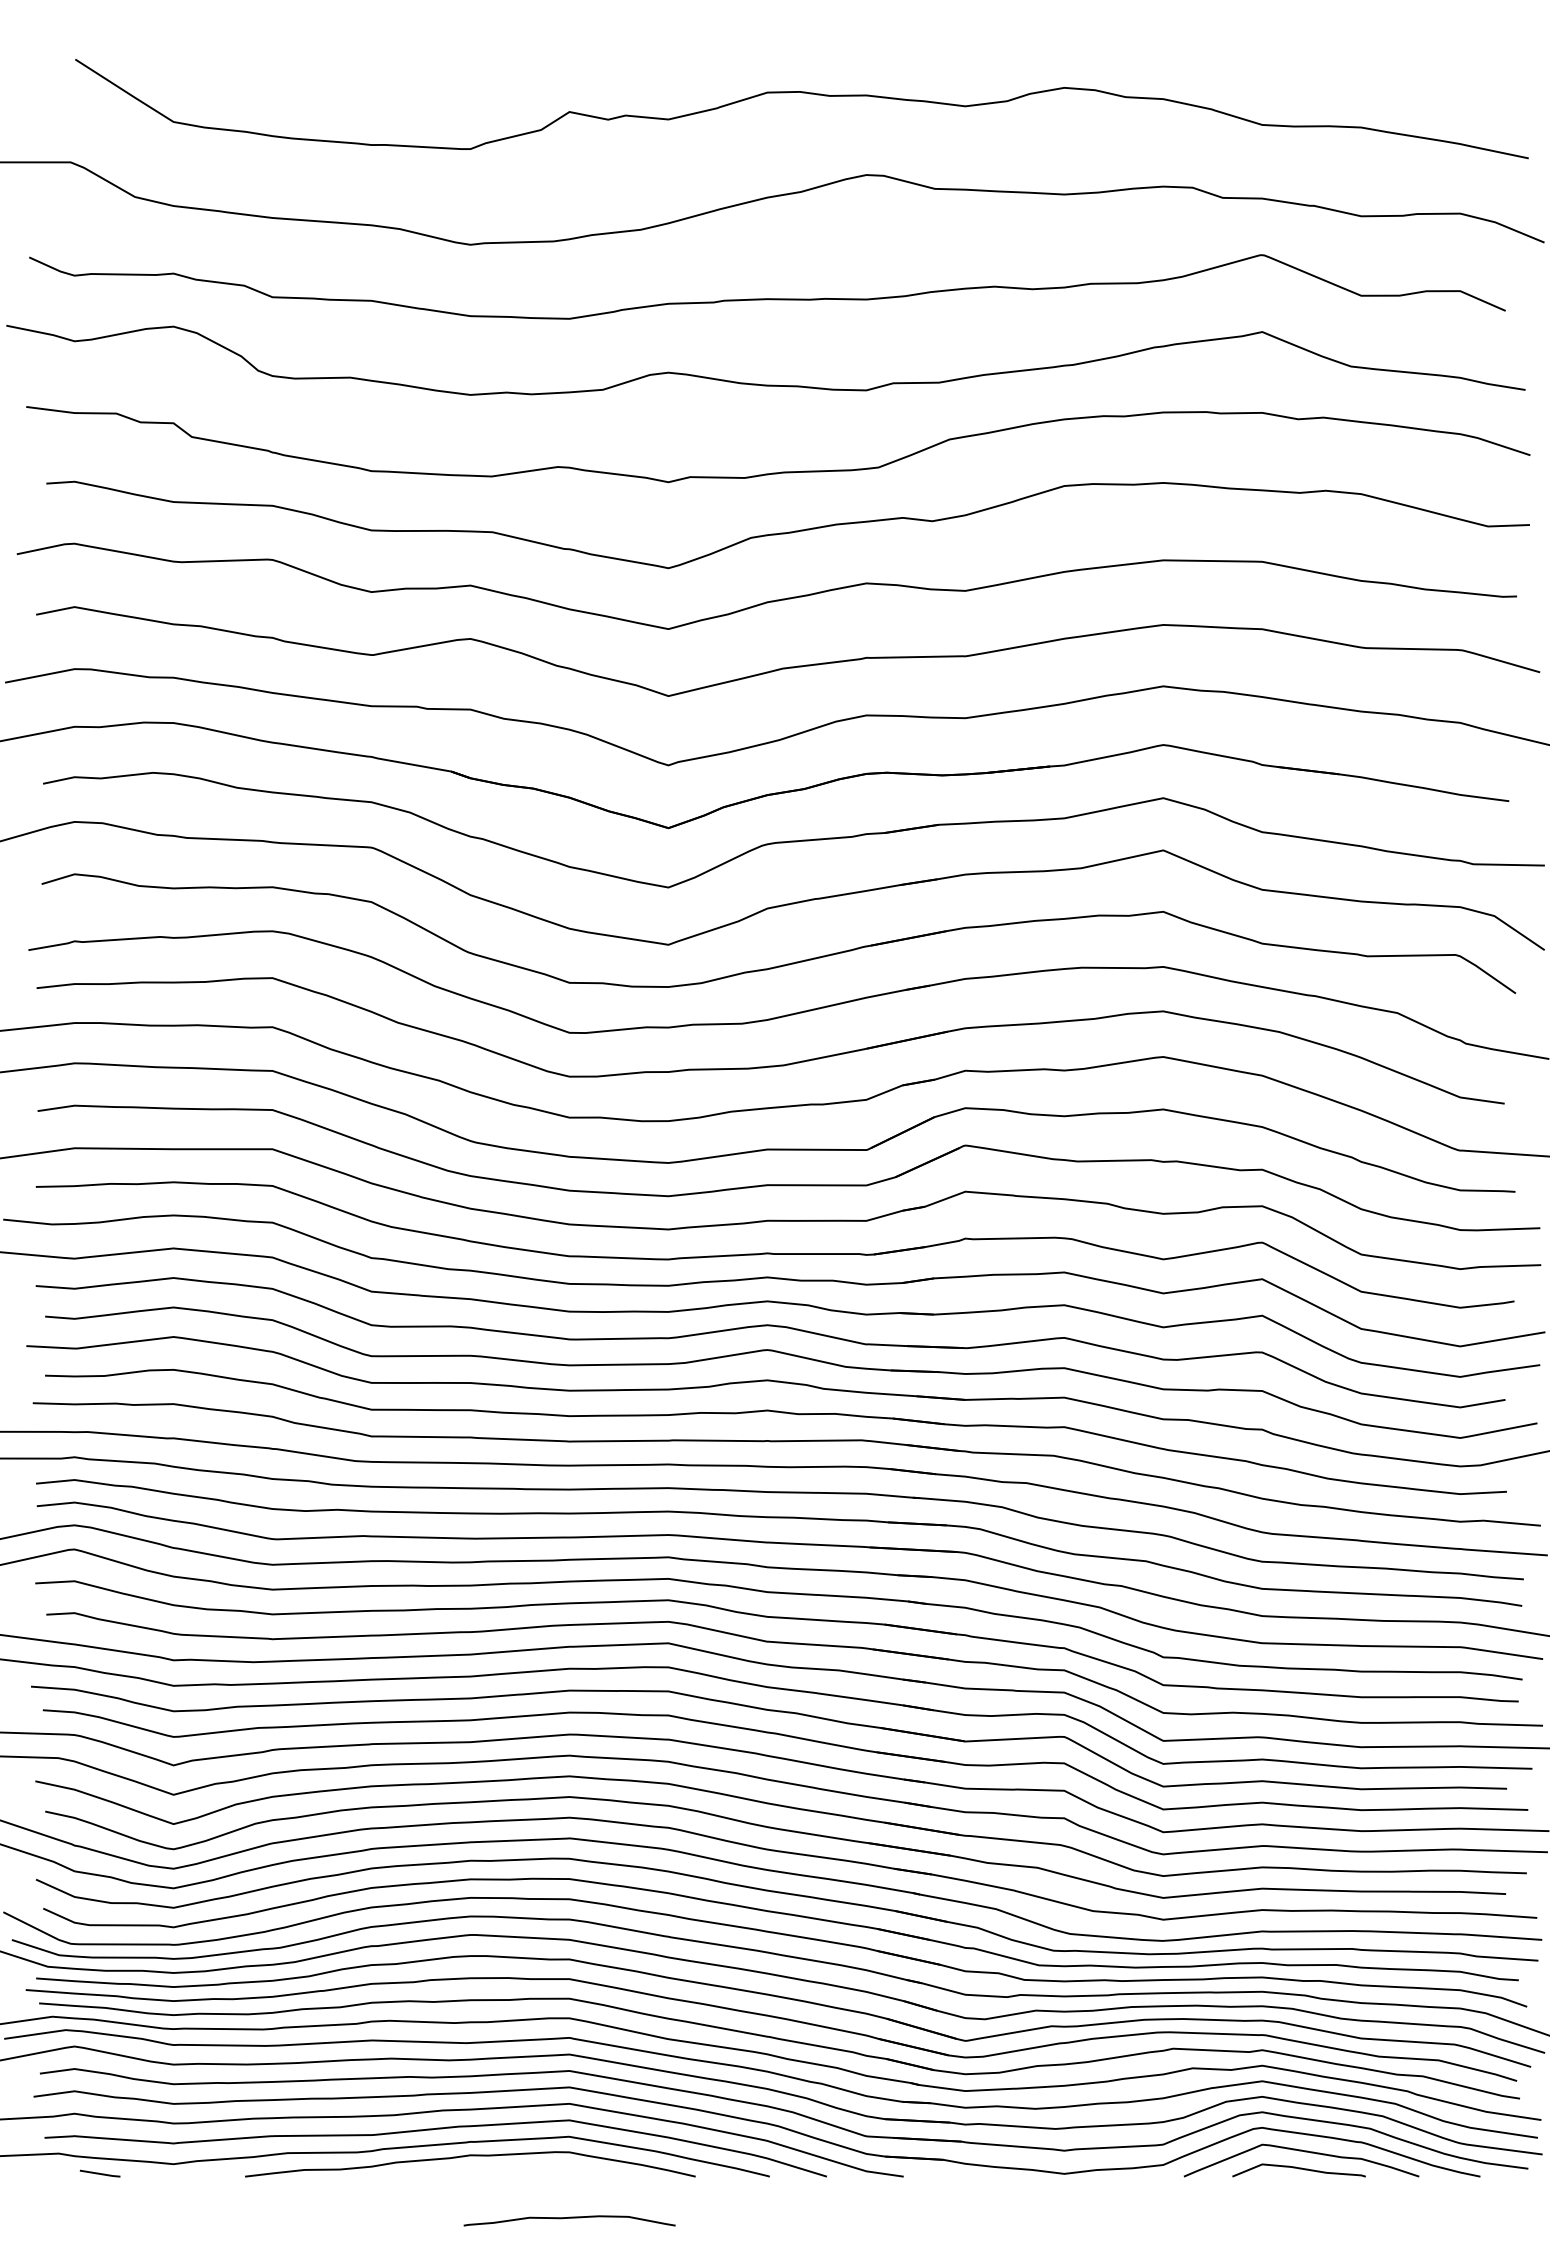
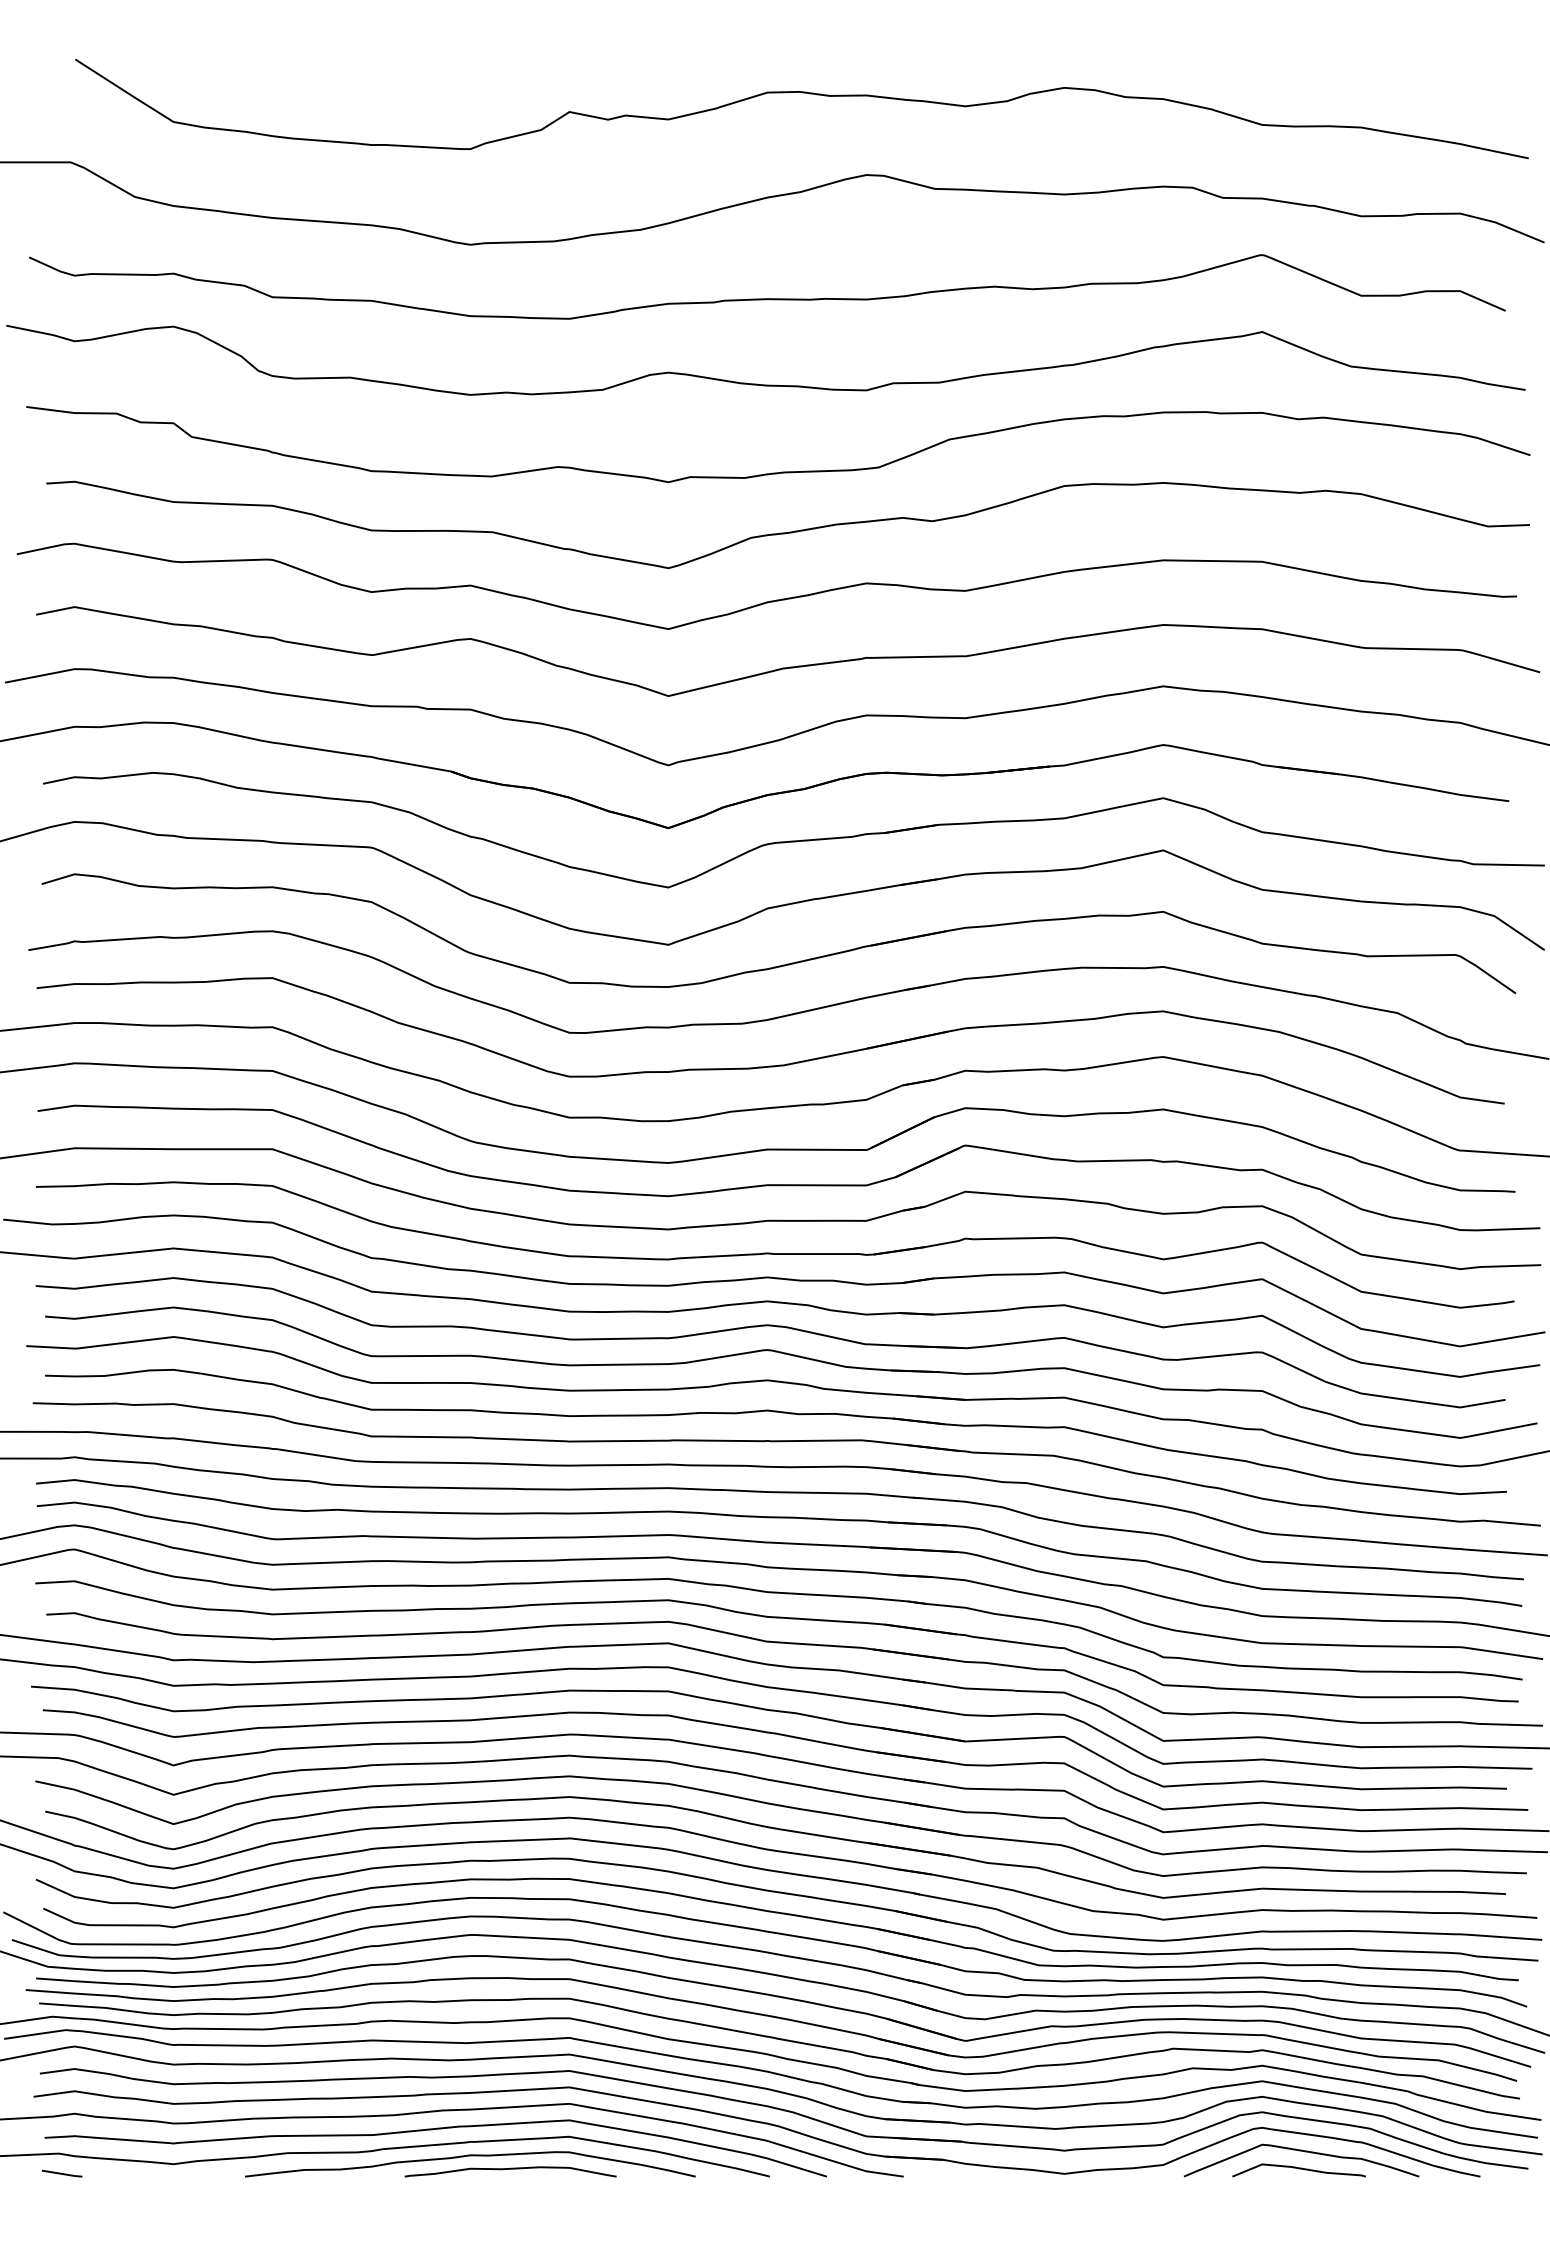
line at (99, 2173) position: (99, 2173) -> (61, 2173)
curve at (569, 2218) position: (569, 2218) -> (510, 2169)
